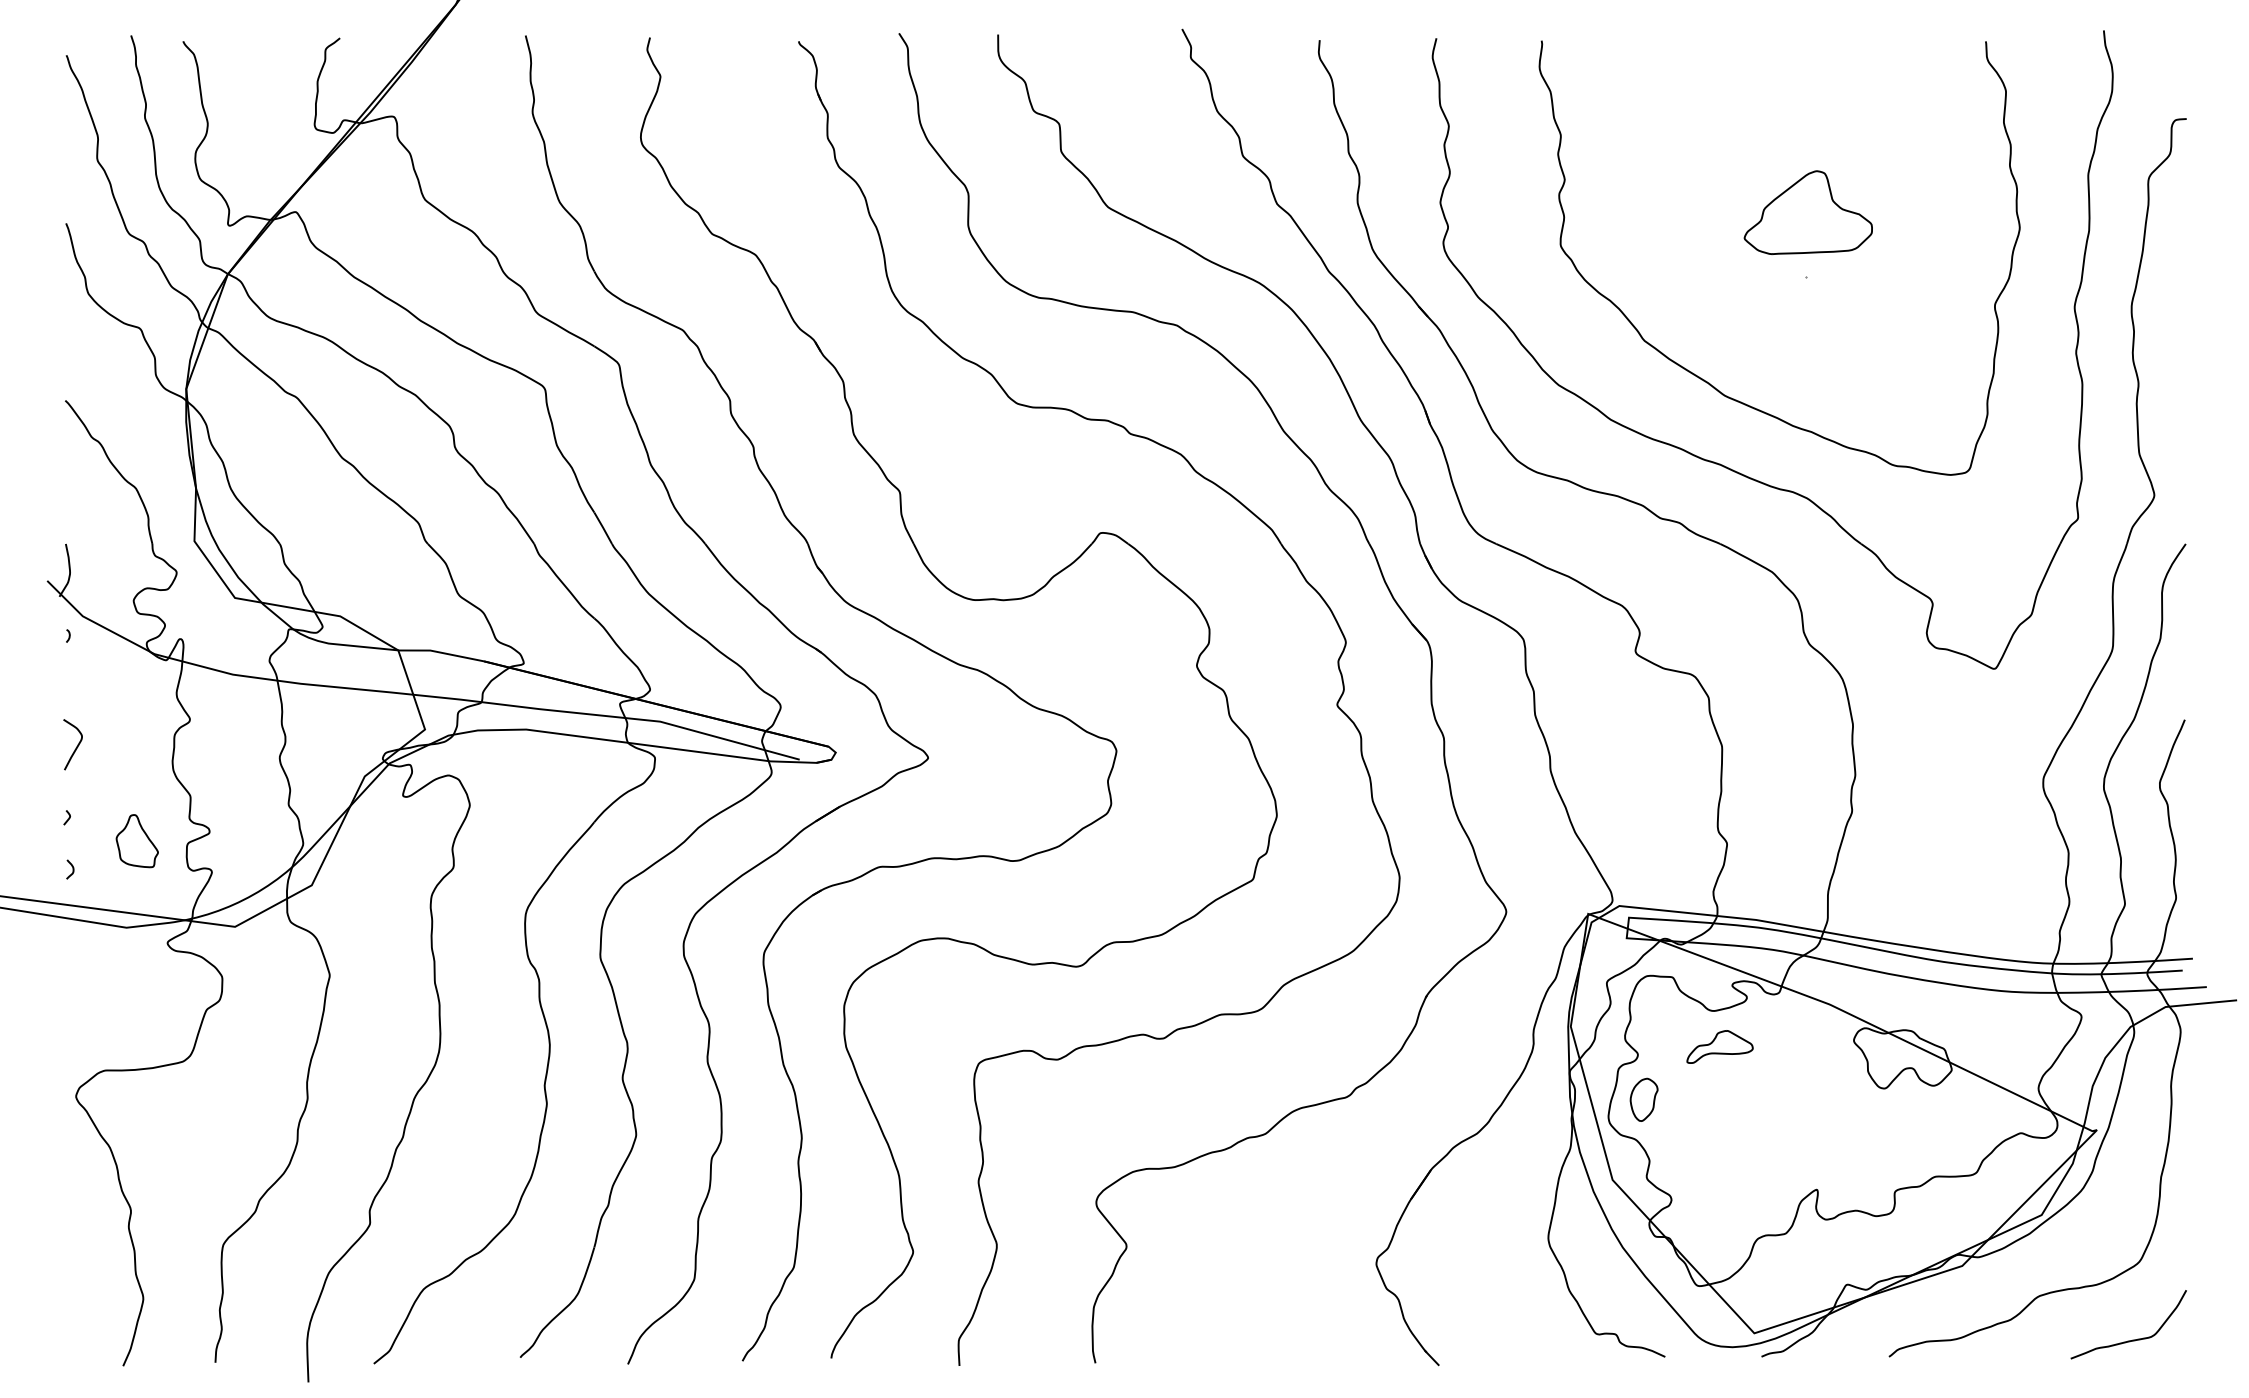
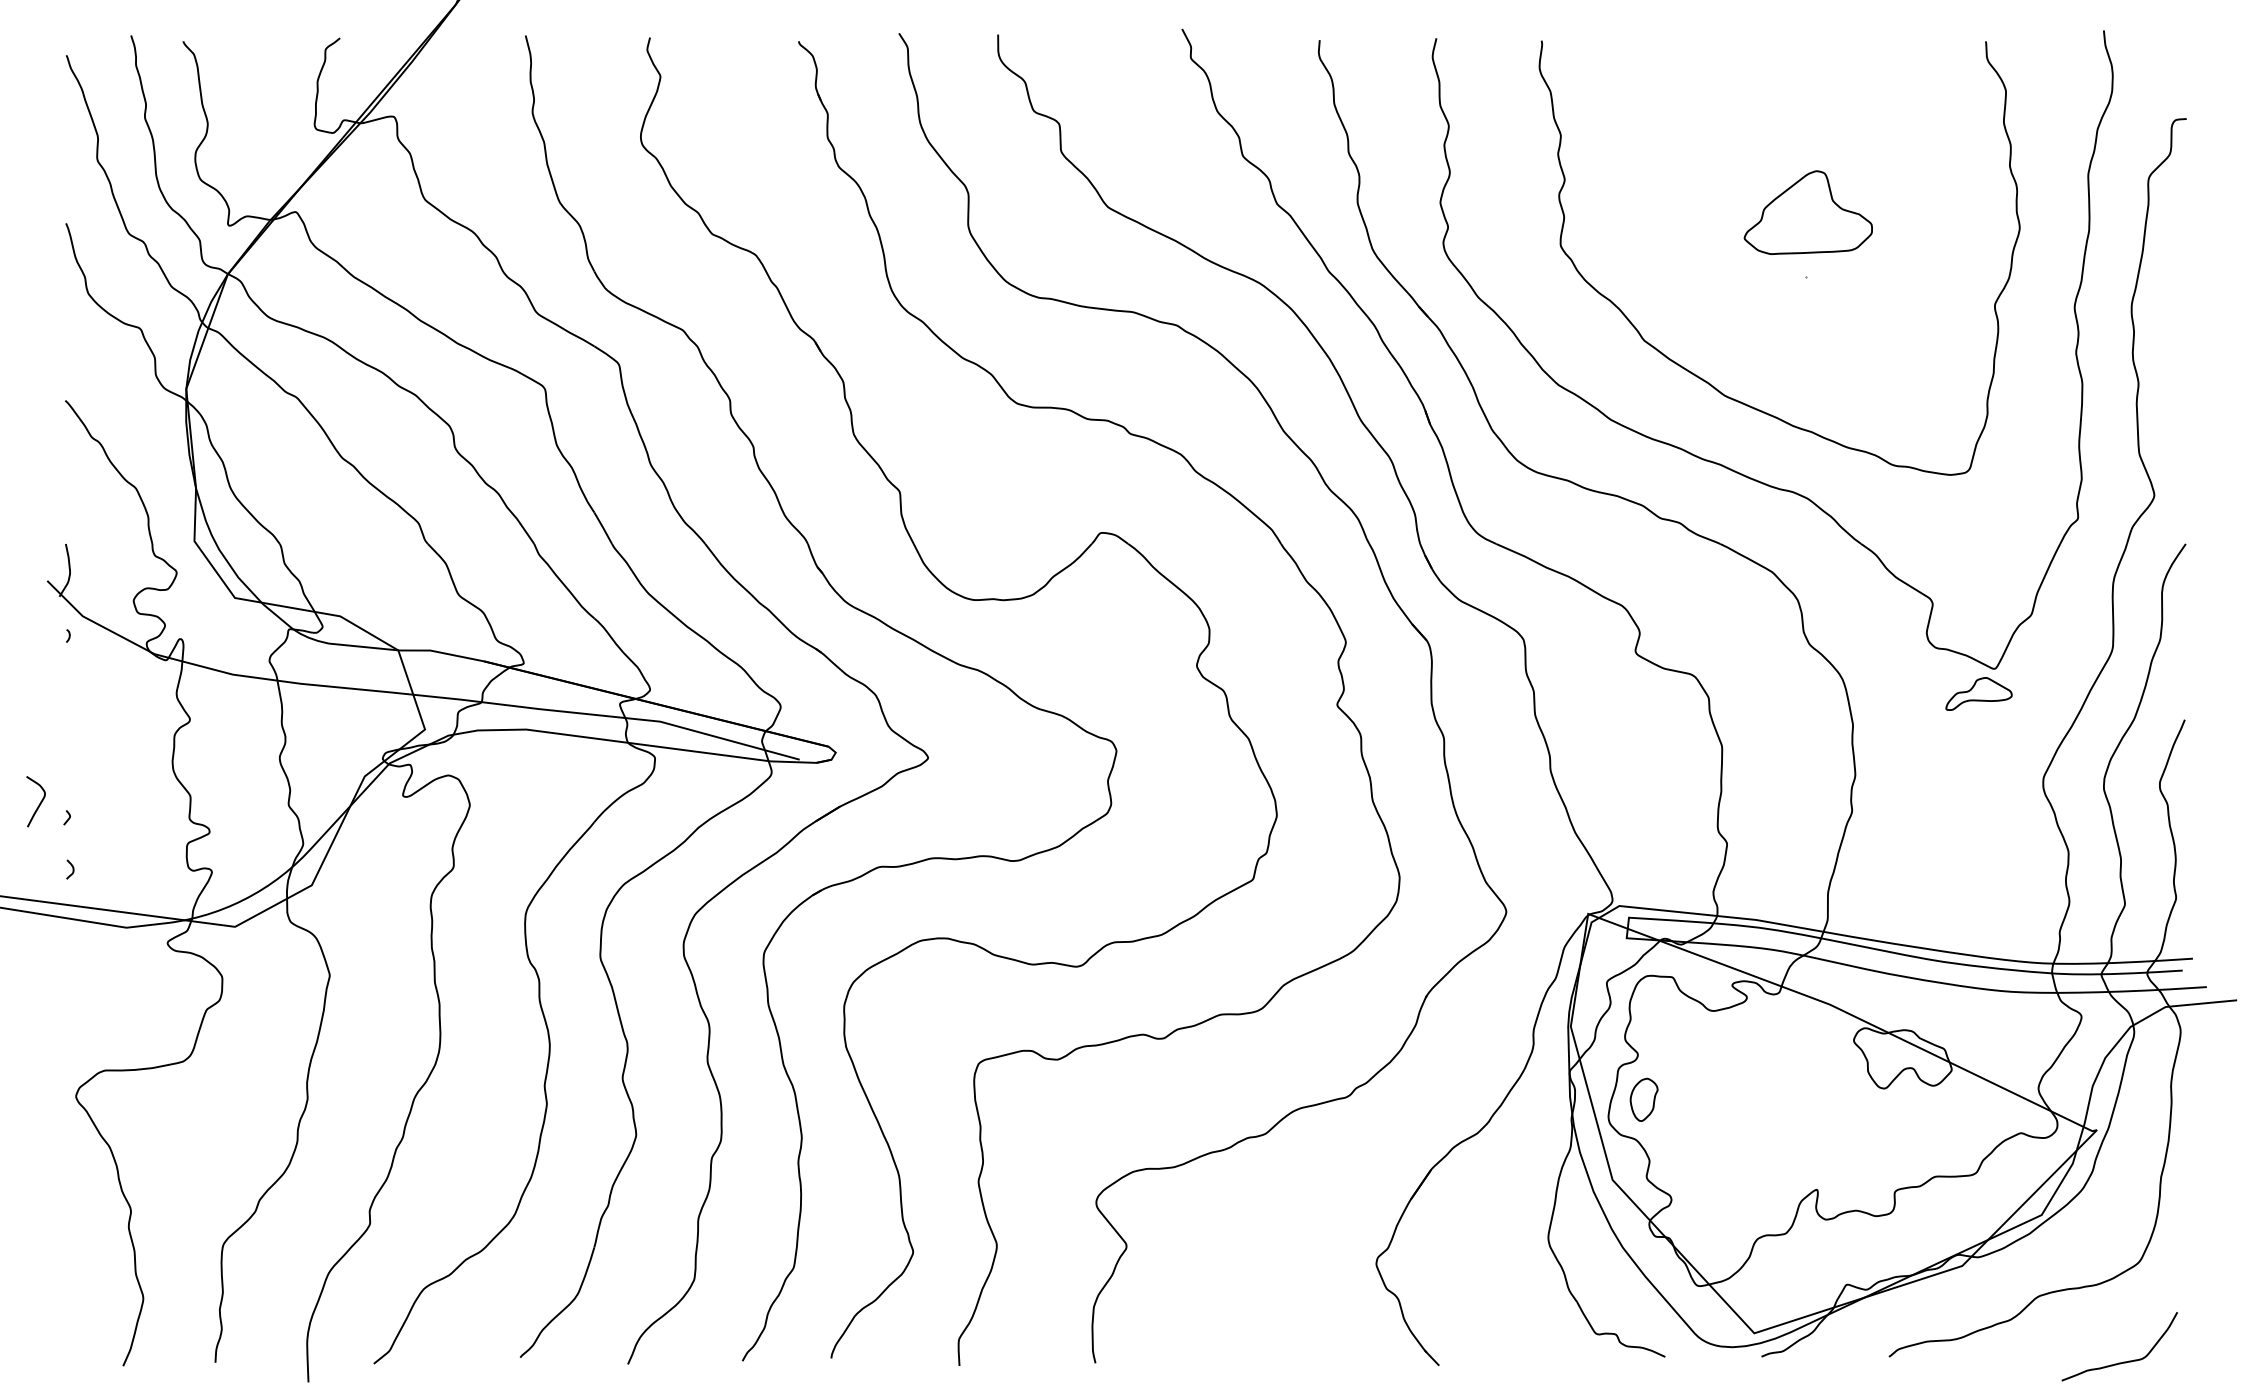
curve at (76, 746) position: (76, 746) -> (39, 803)
part at (136, 841): present -> none
part at (1719, 1046) position: (1719, 1046) -> (1978, 693)
curve at (2132, 1339) position: (2132, 1339) -> (2123, 1361)
